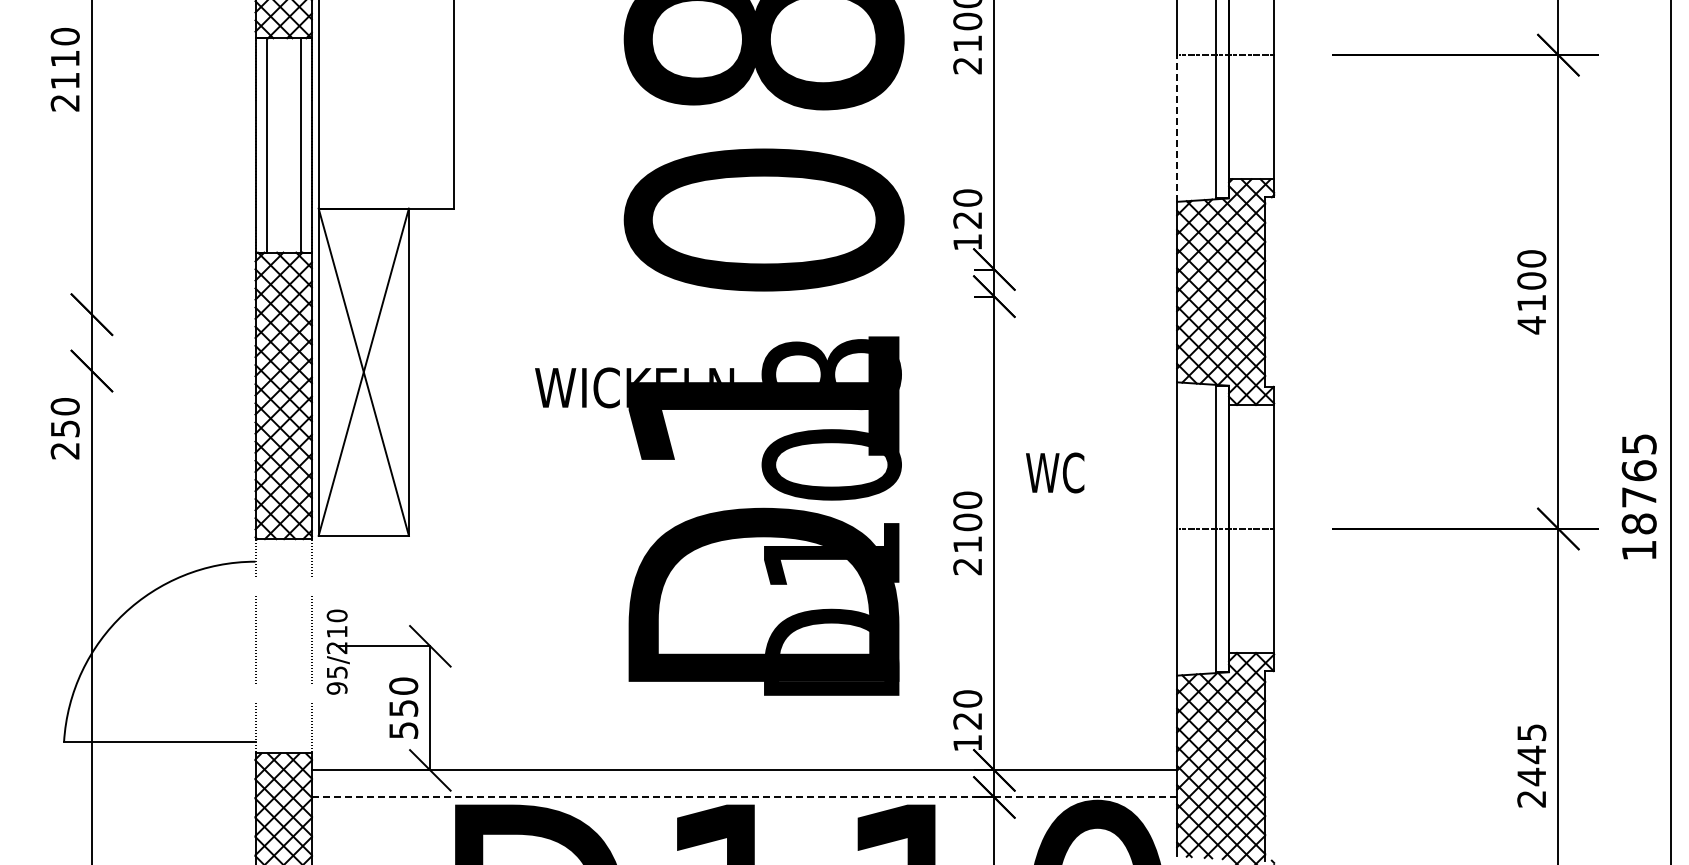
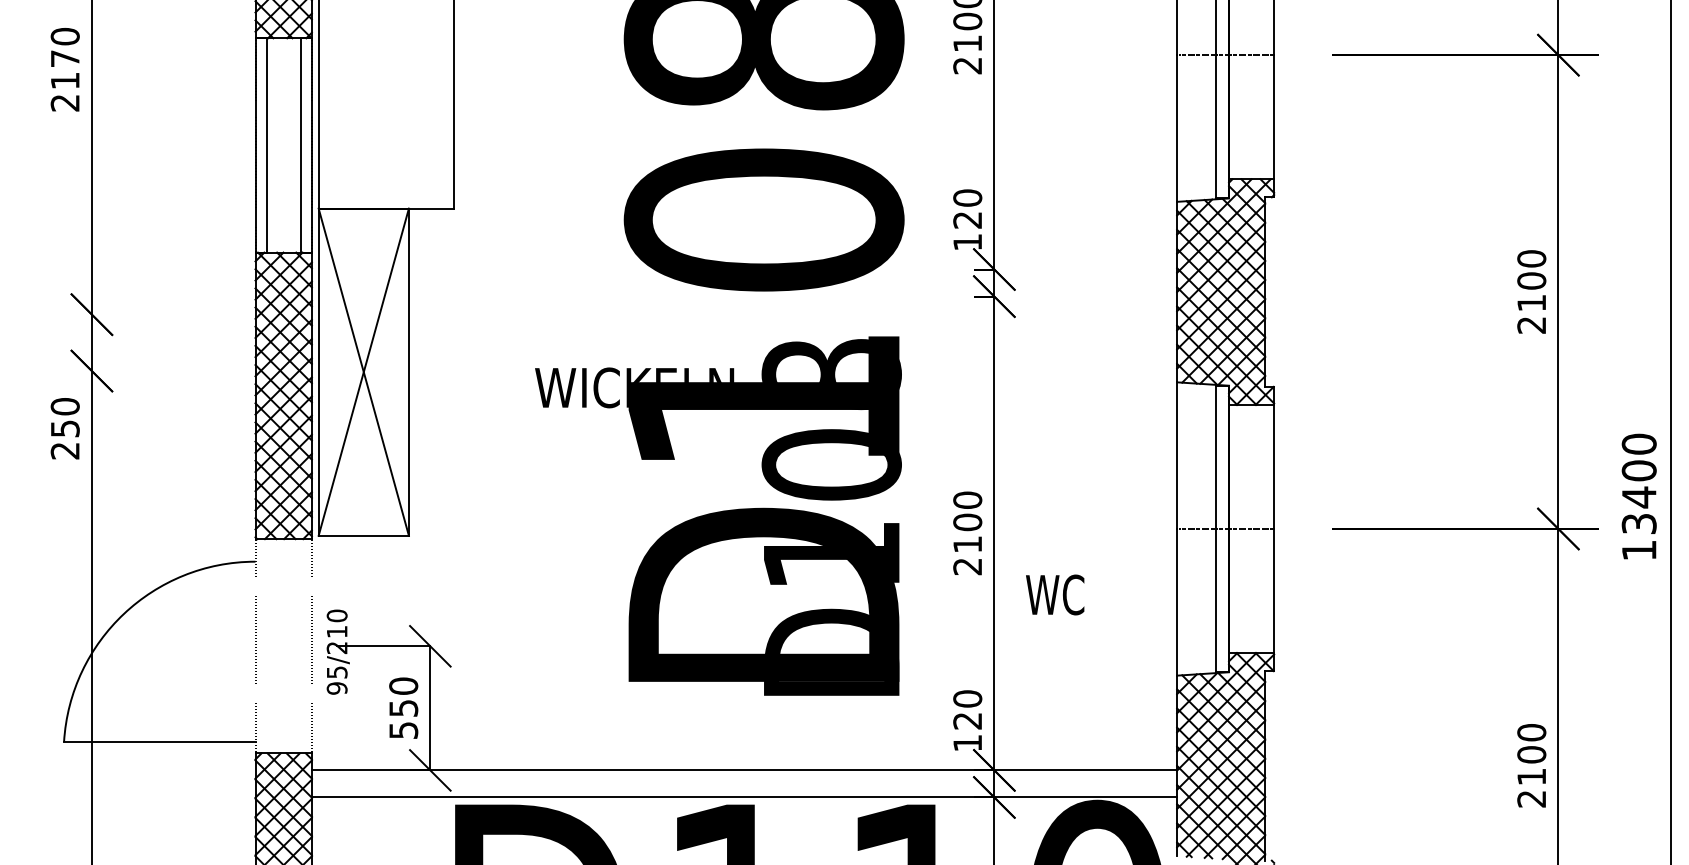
text at (65, 58): 2110 -> 2170
line at (1177, 128): dashed -> solid
text at (1531, 325): 4100 -> 2100
text at (1055, 472) position: (1055, 472) -> (1055, 594)
text at (1638, 483): 18765 -> 13400
text at (1531, 755): 2445 -> 2100
line at (744, 797): dashed -> solid
